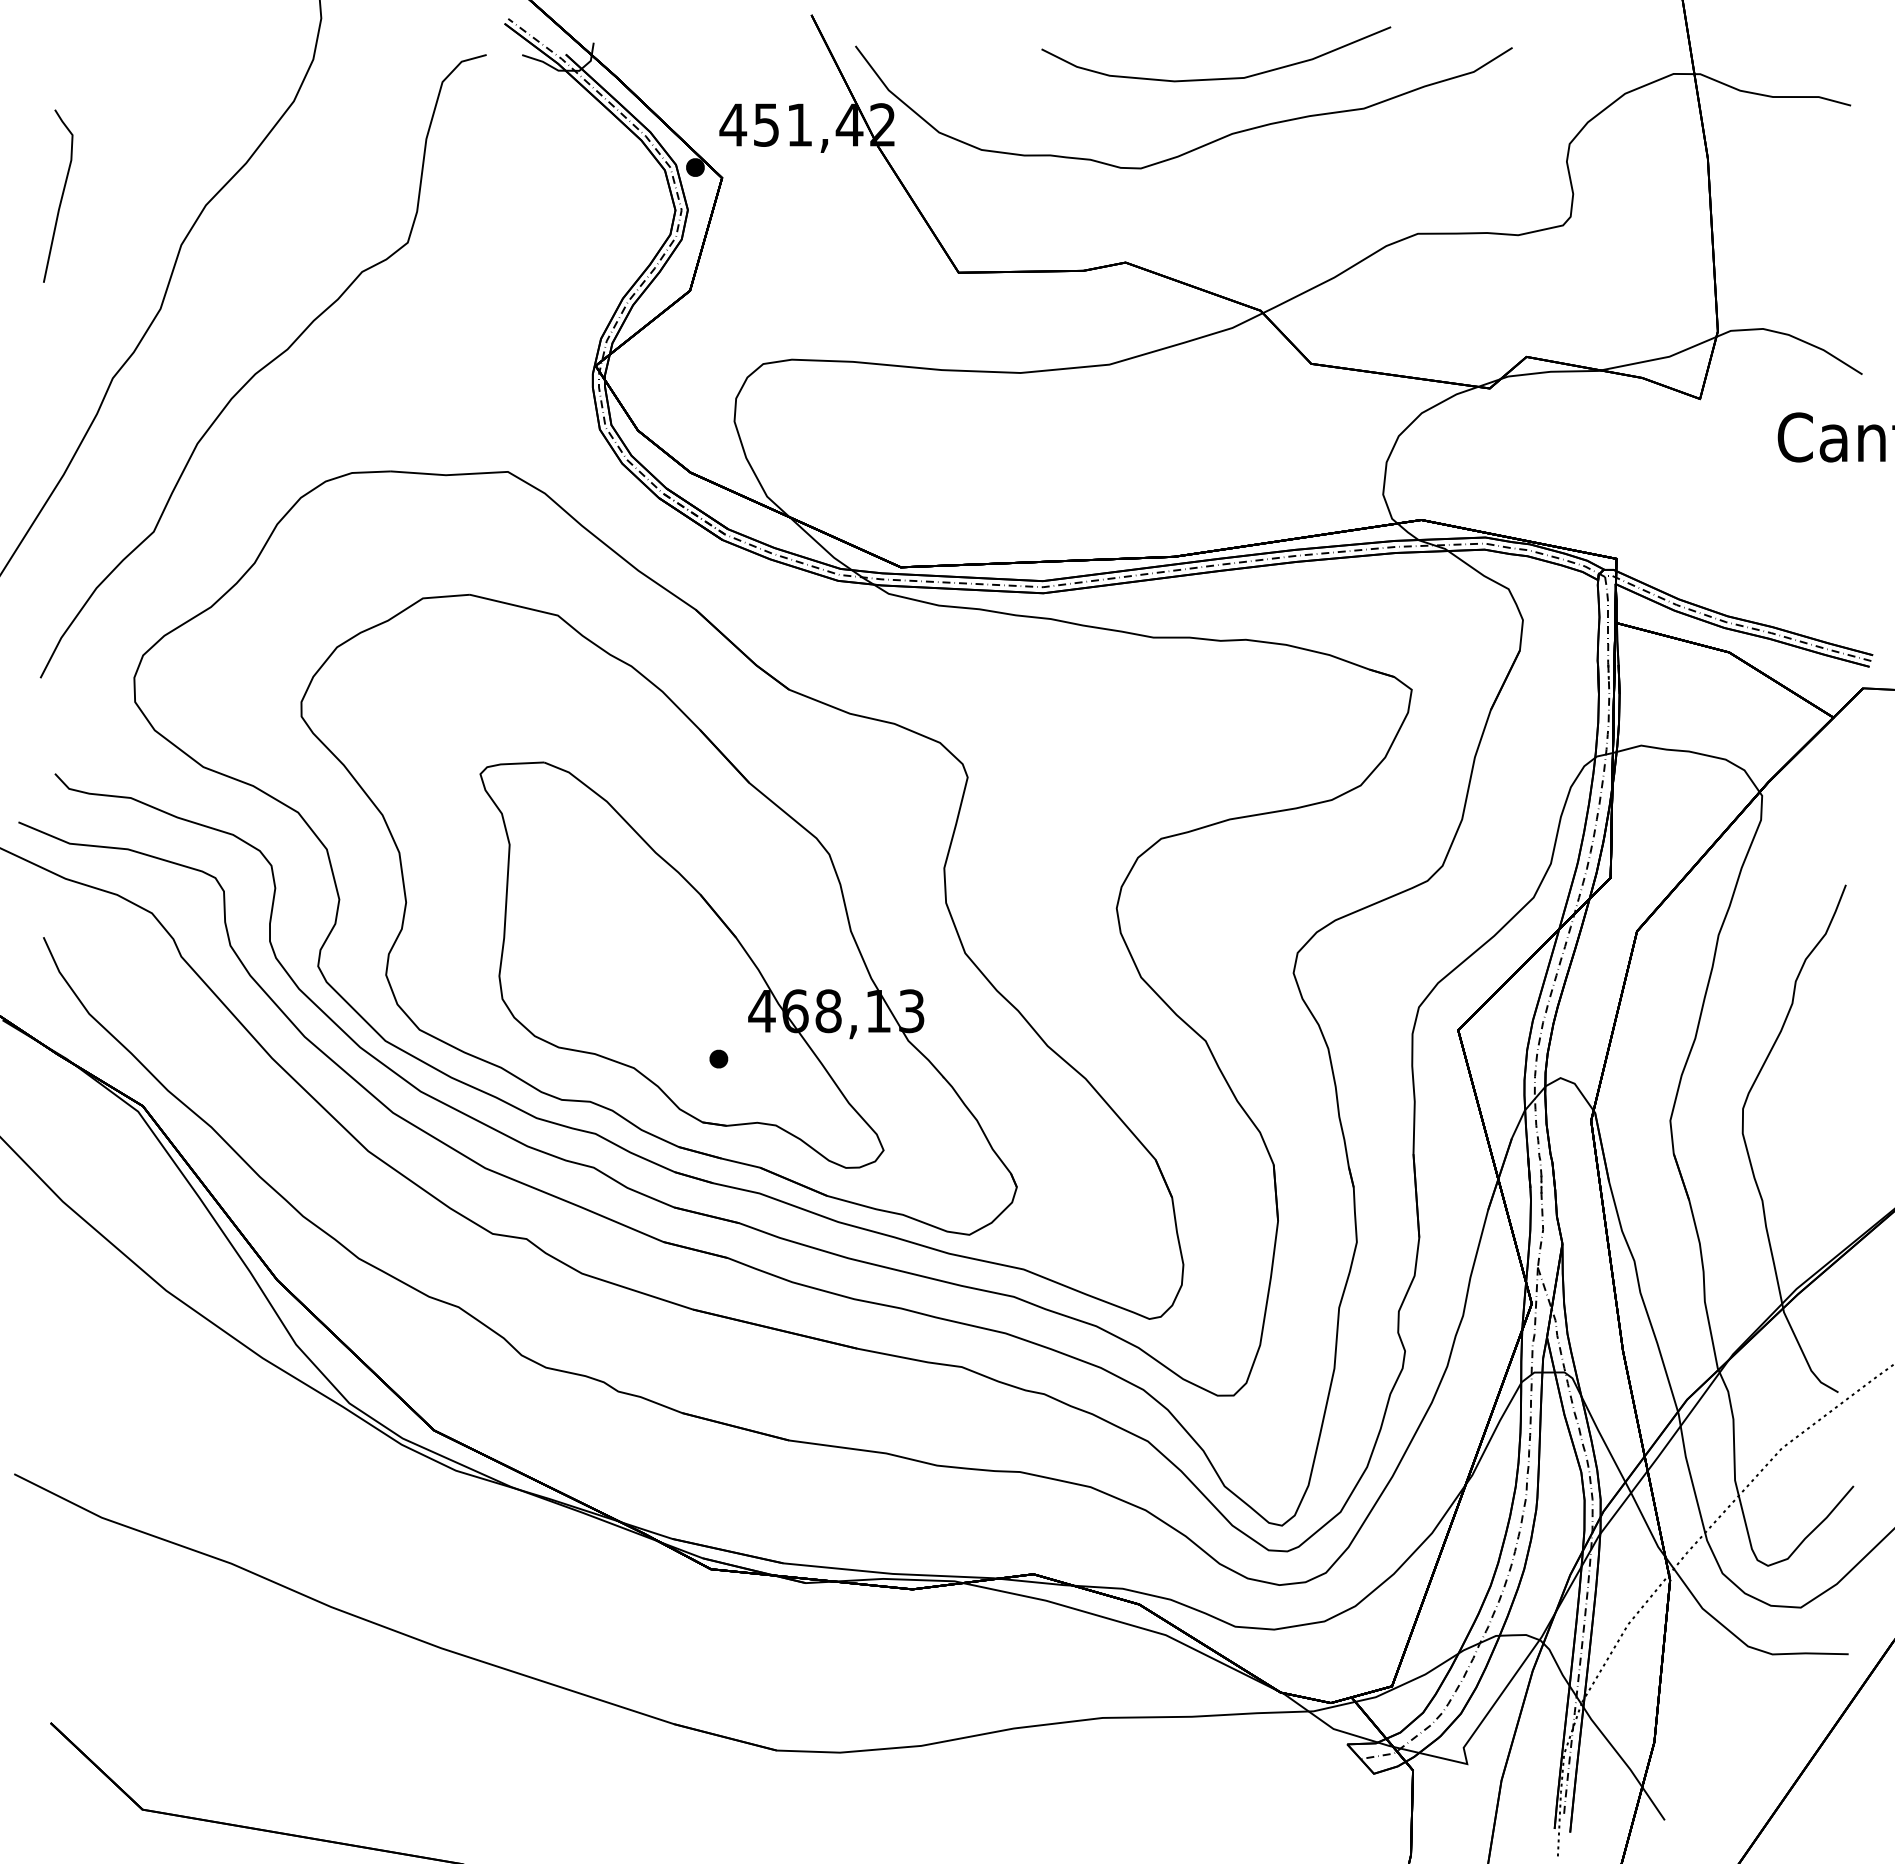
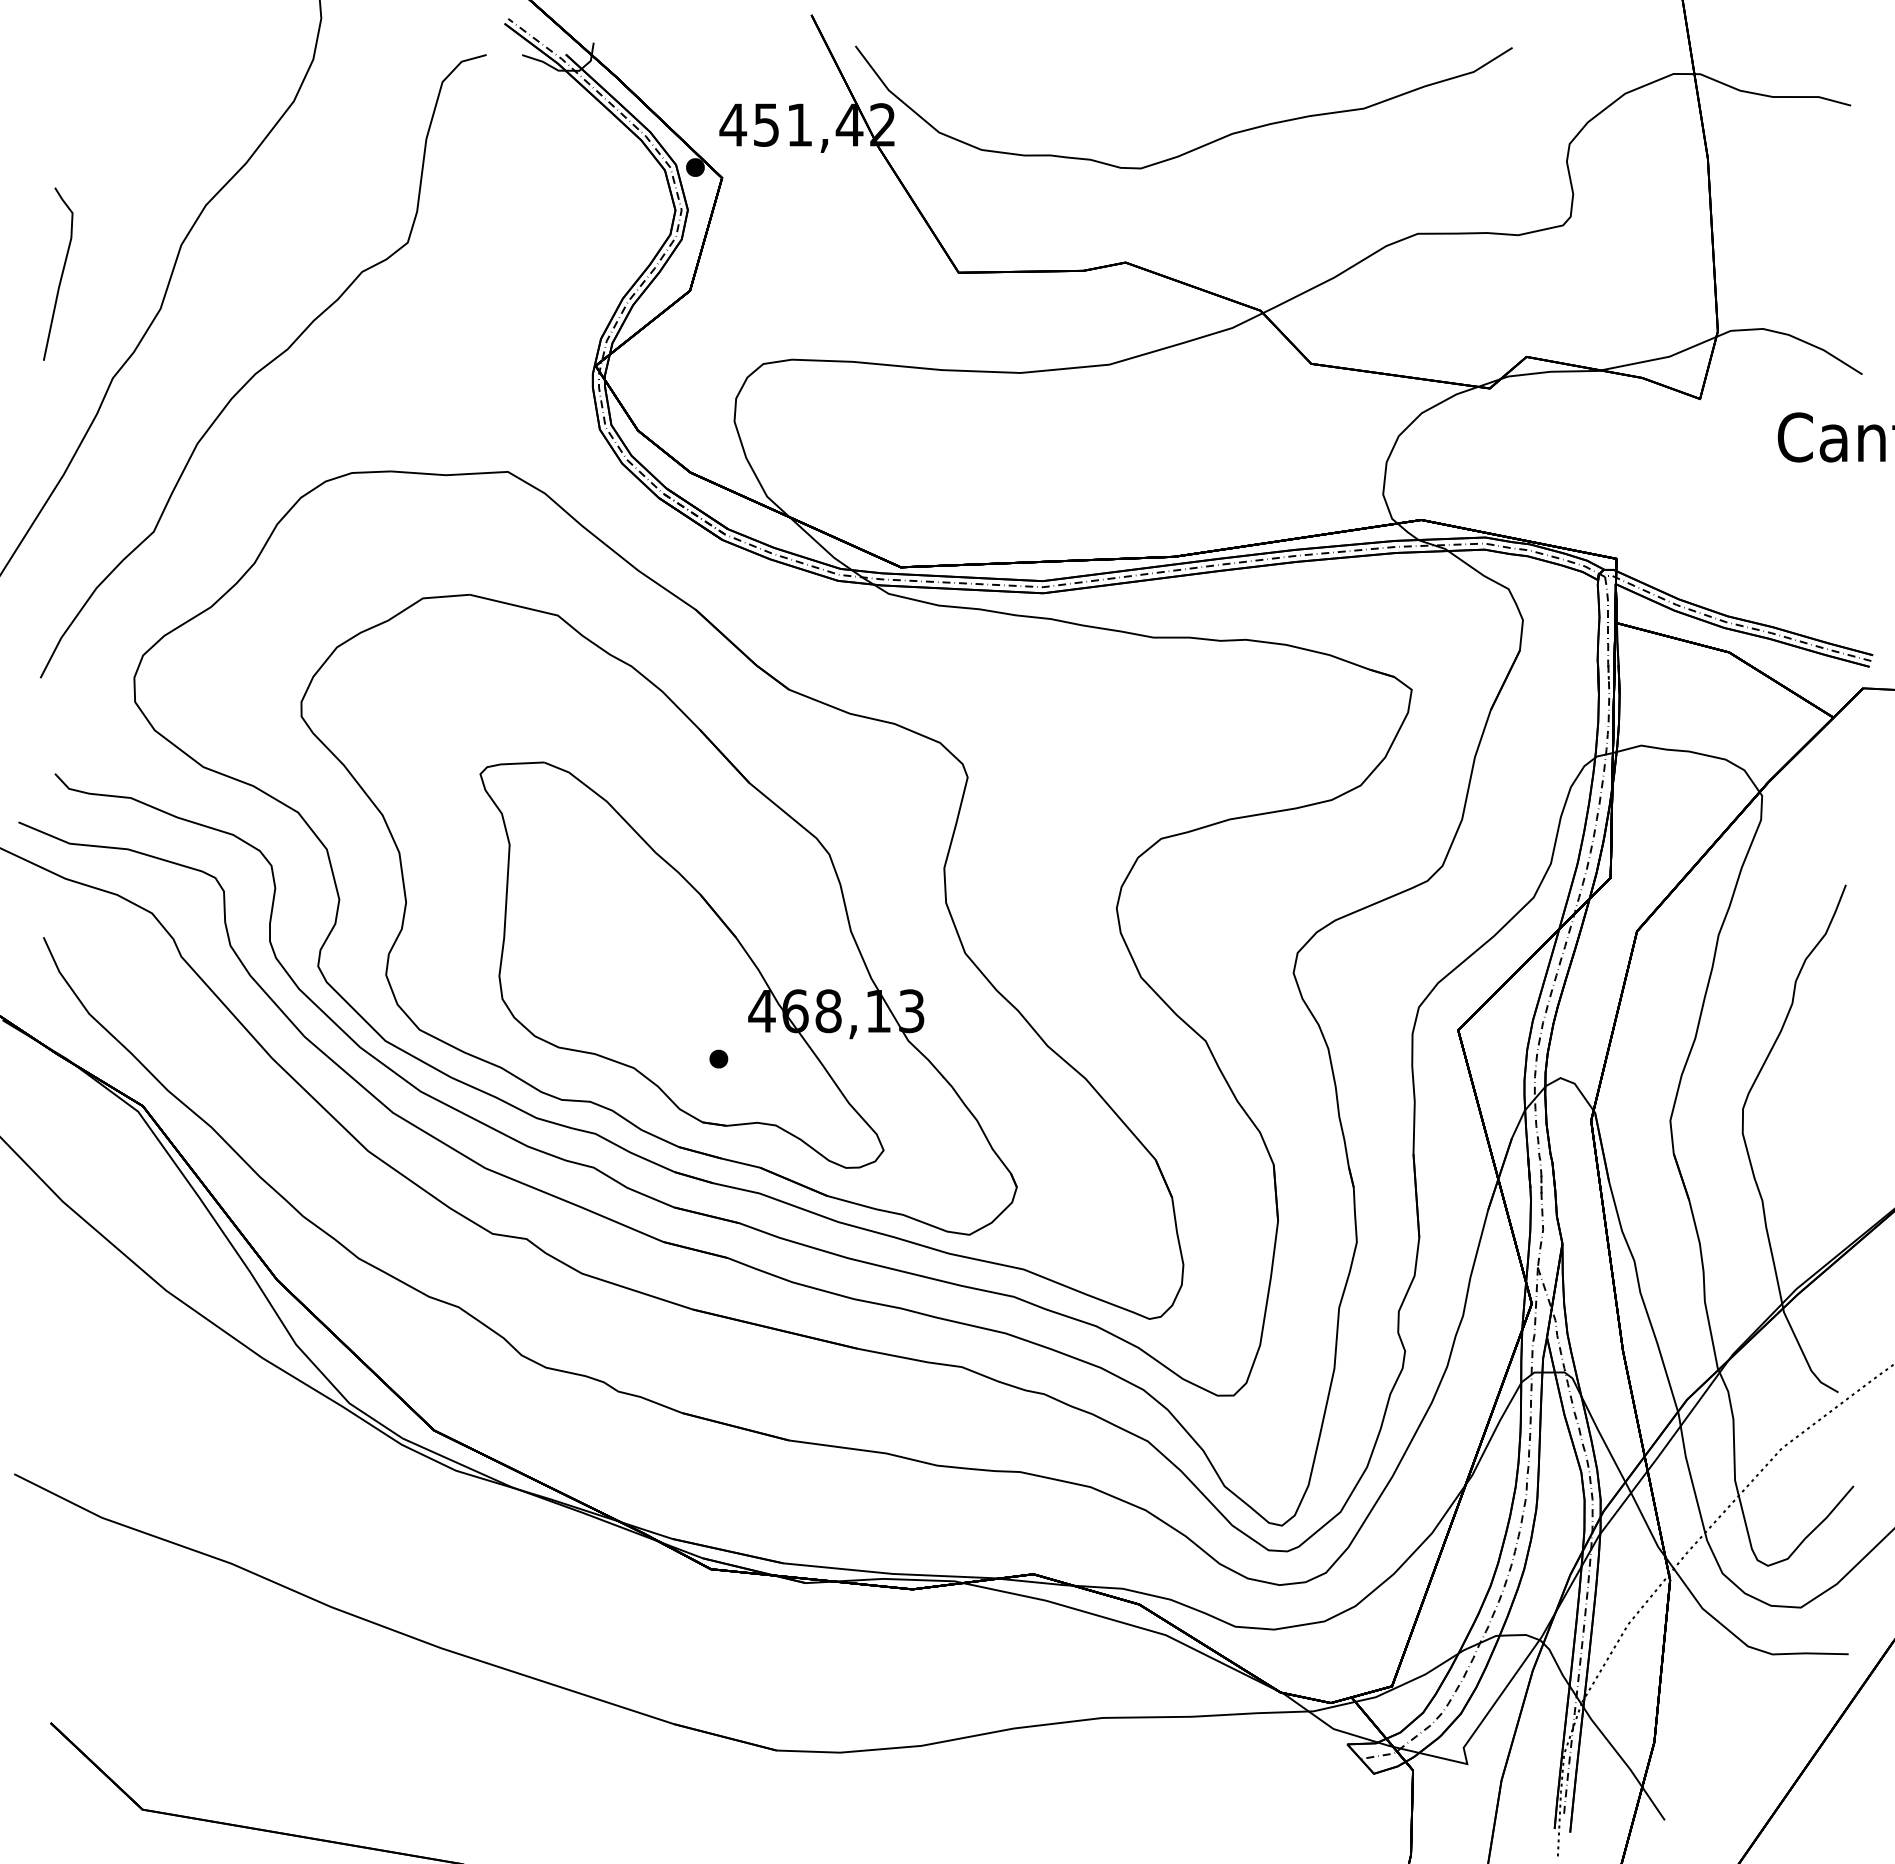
curve at (1216, 78): present -> none
curve at (61, 195) position: (61, 195) -> (61, 273)
